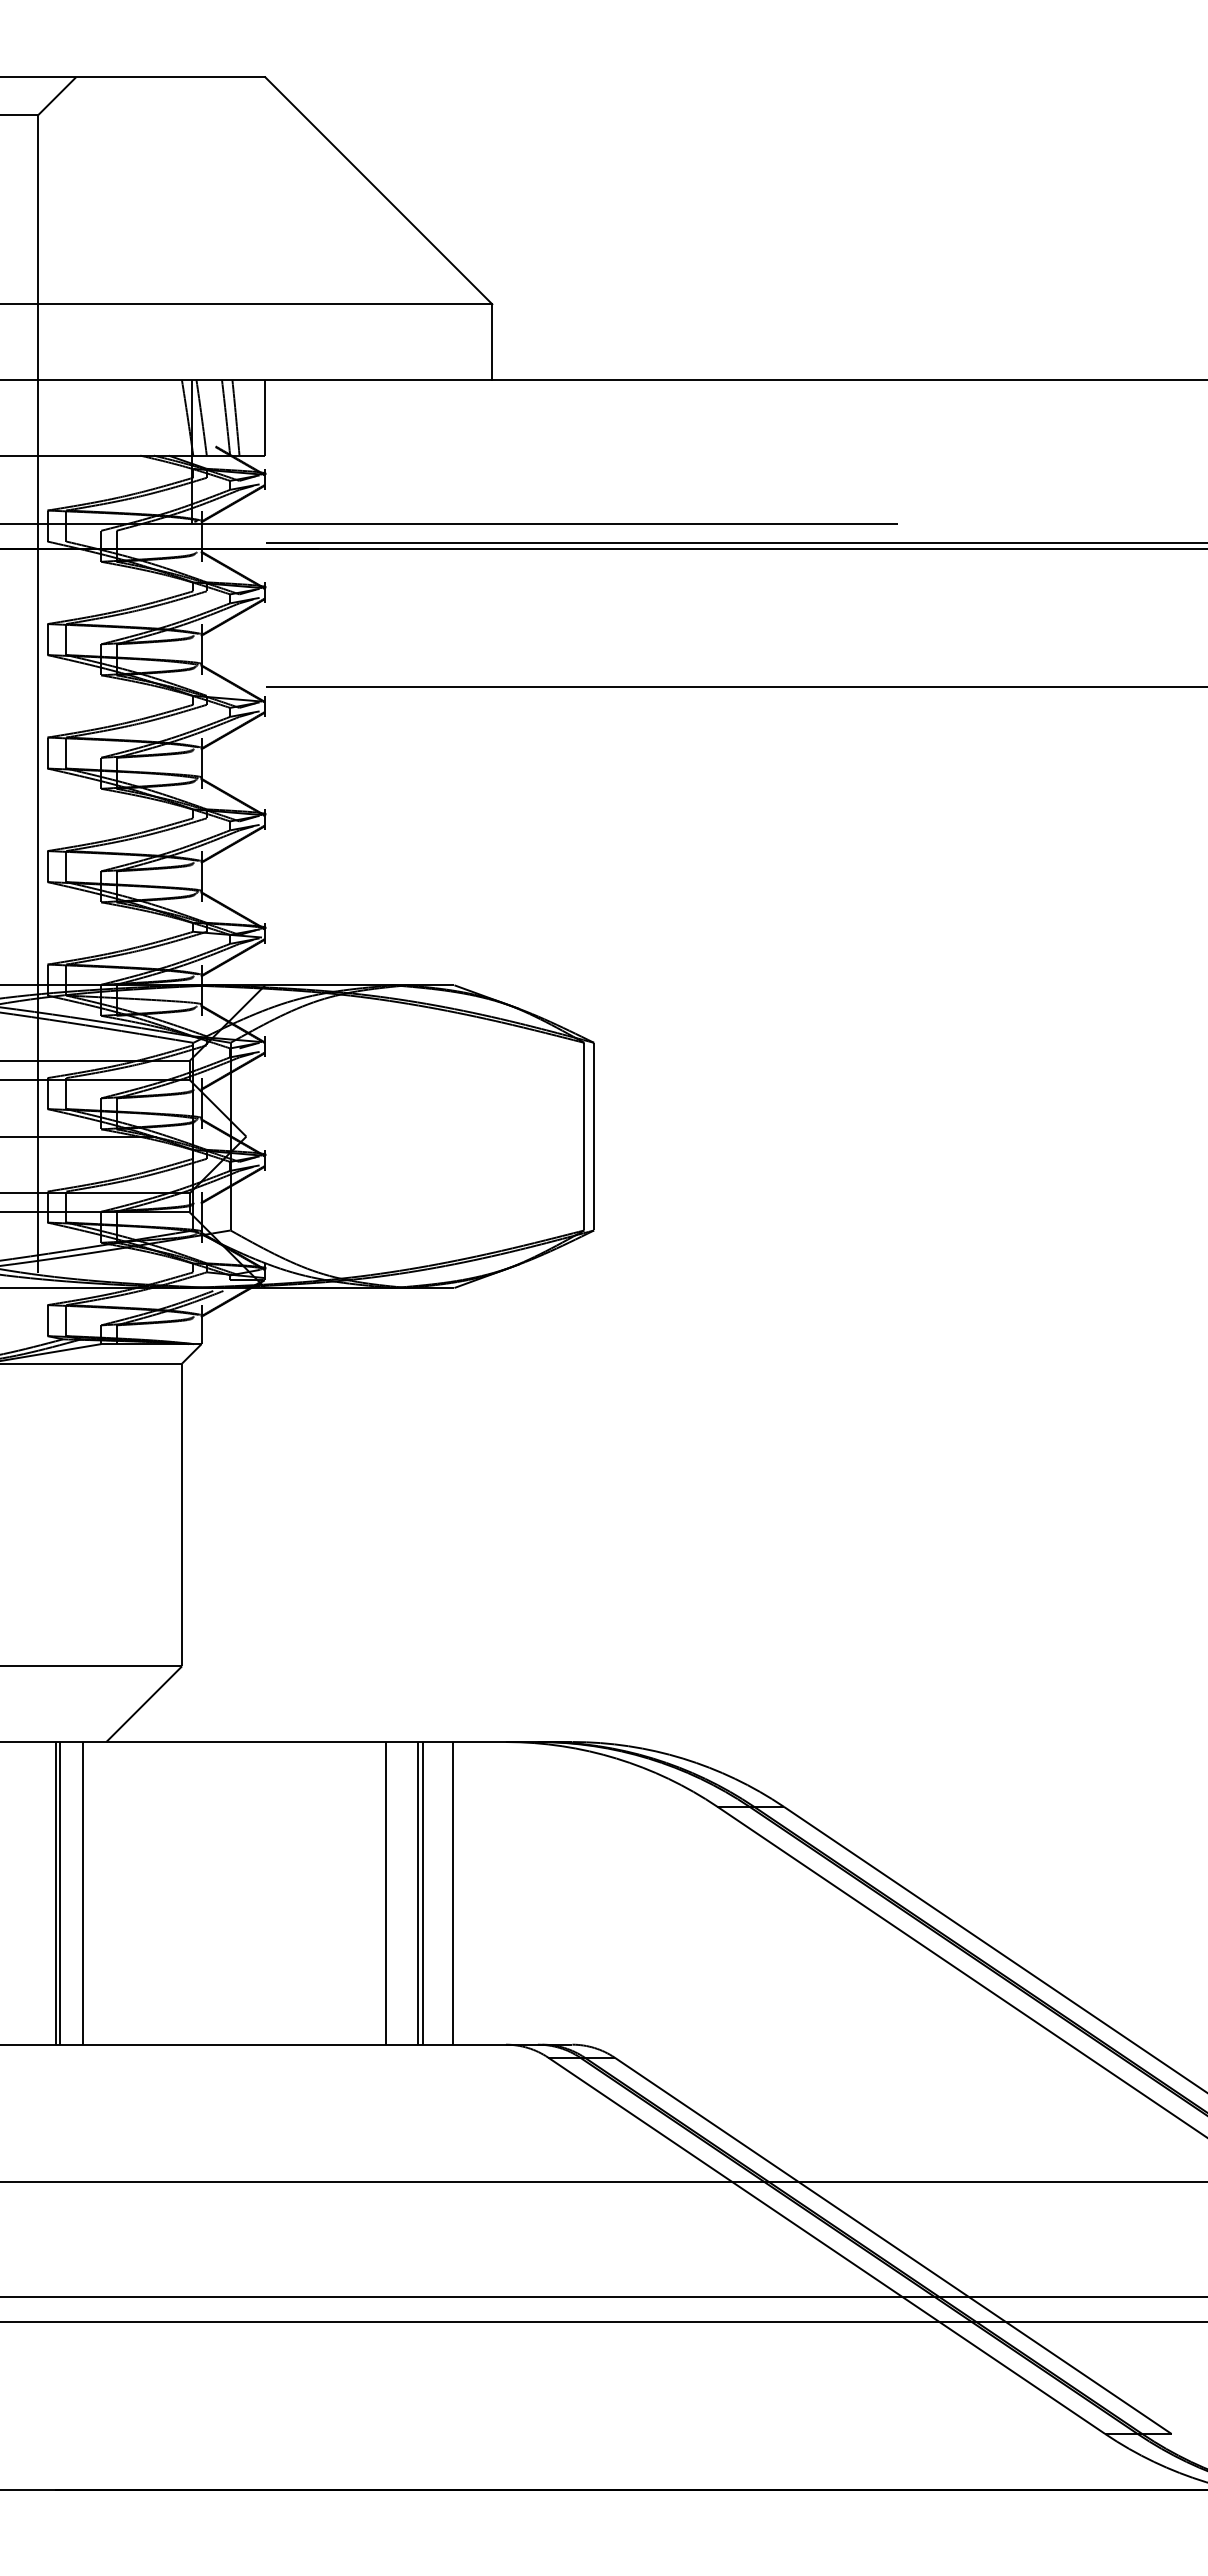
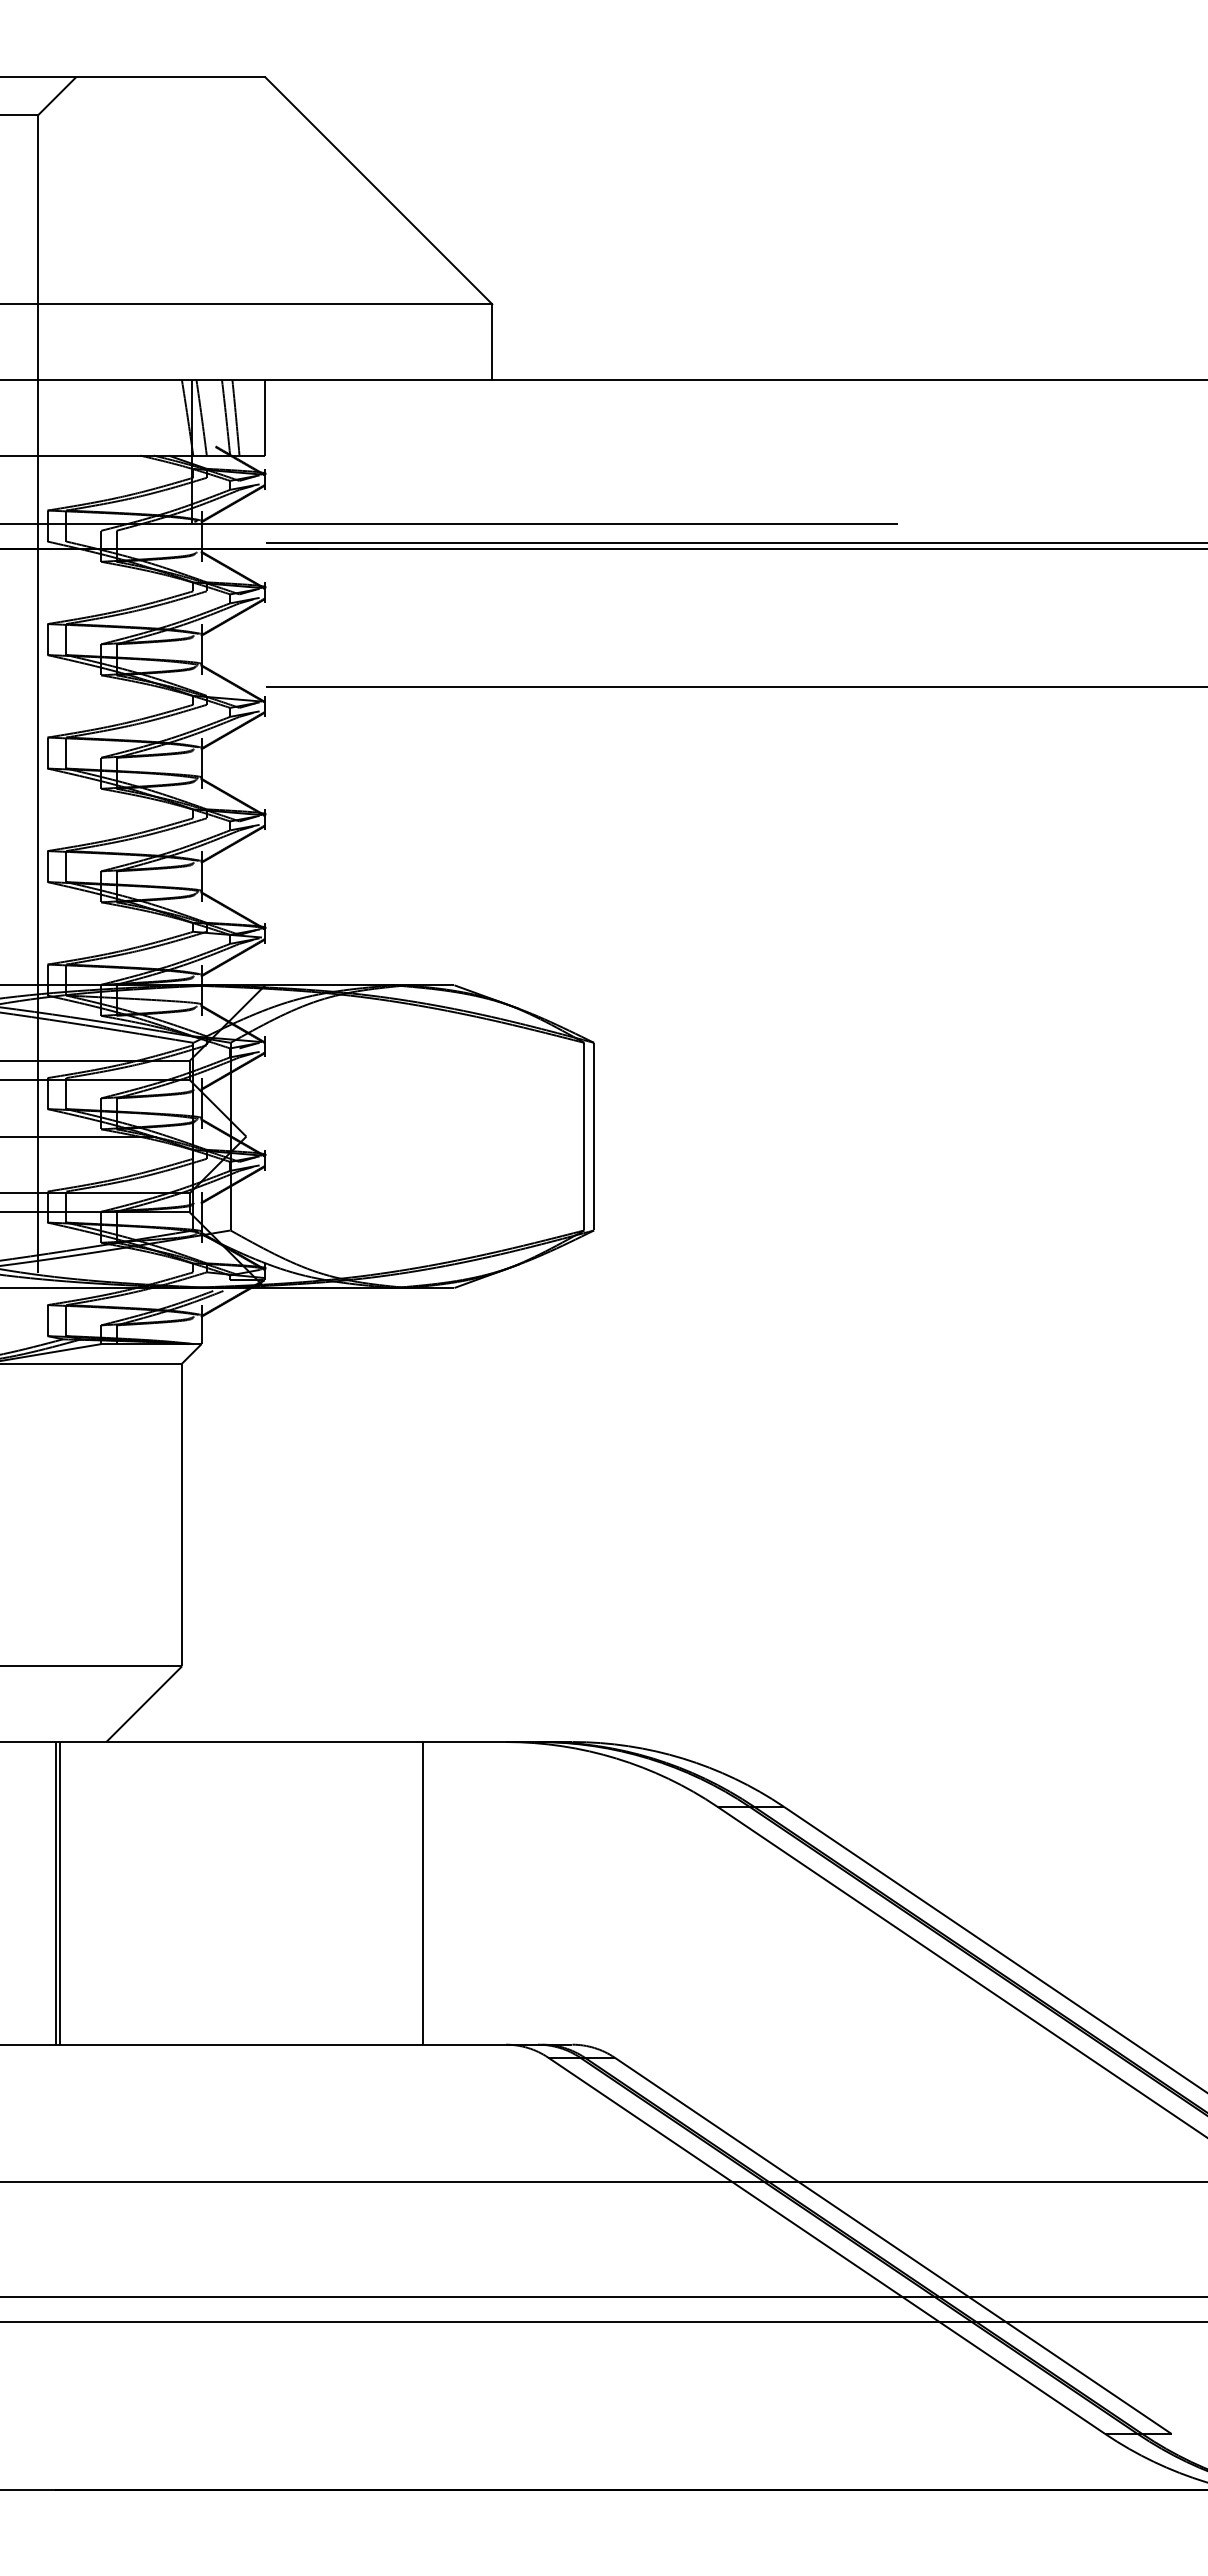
line at (82, 1893): present -> none
line at (386, 1893): present -> none
line at (418, 1893): present -> none
line at (452, 1893): present -> none
